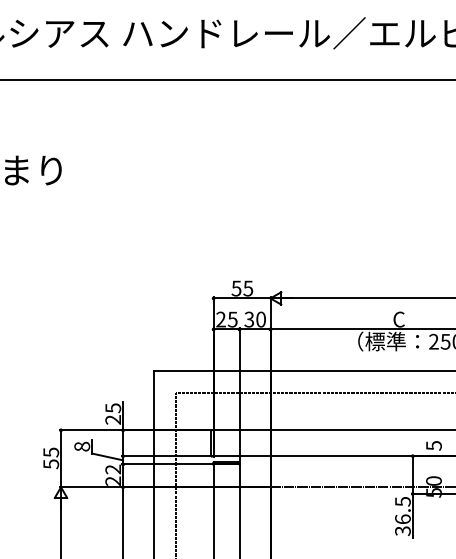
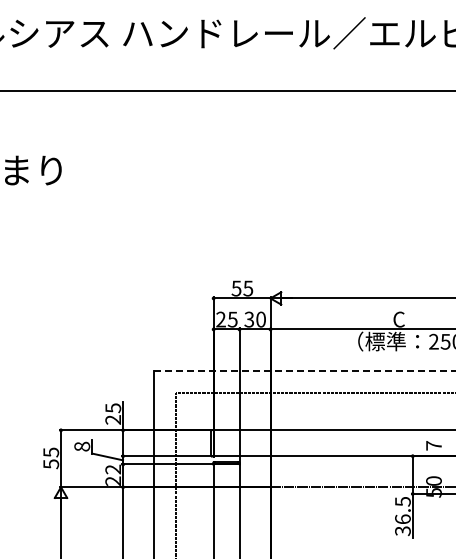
line at (227, 80) position: (227, 80) -> (227, 91)
line at (304, 370): solid -> dashed
text at (433, 445): 5 -> 7
